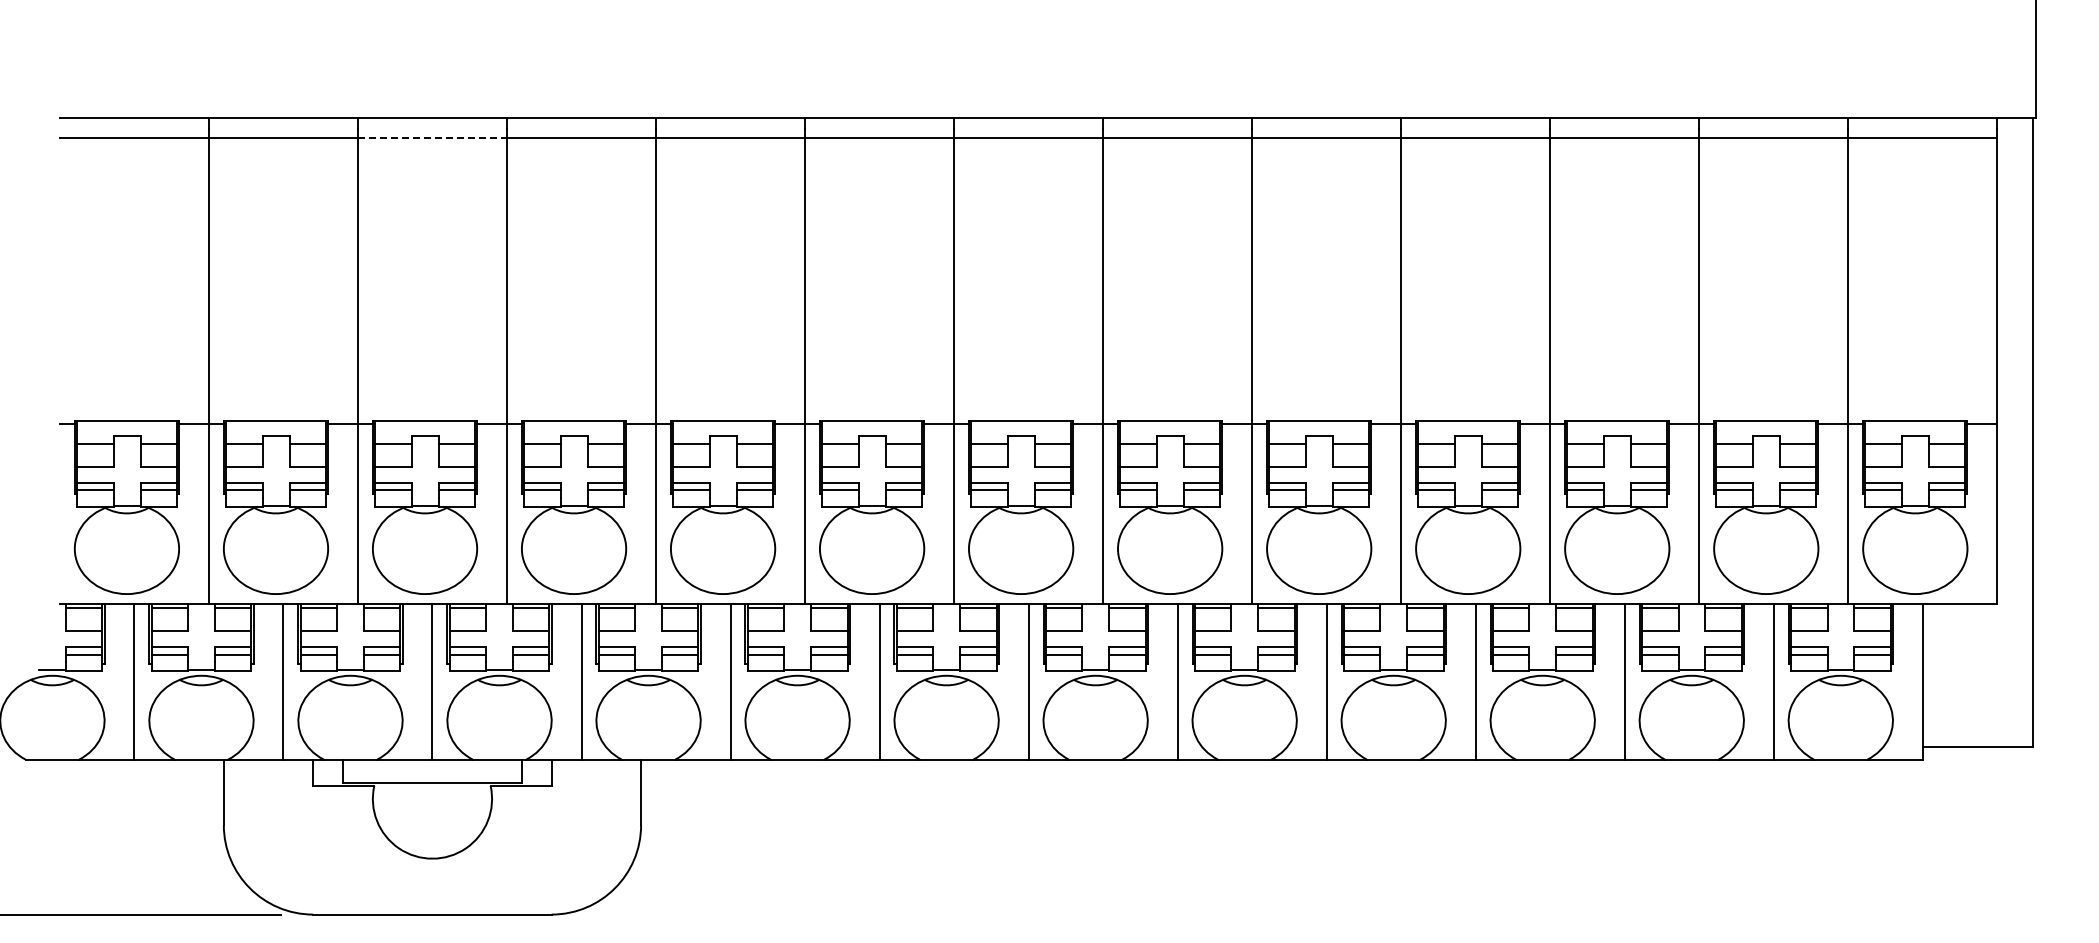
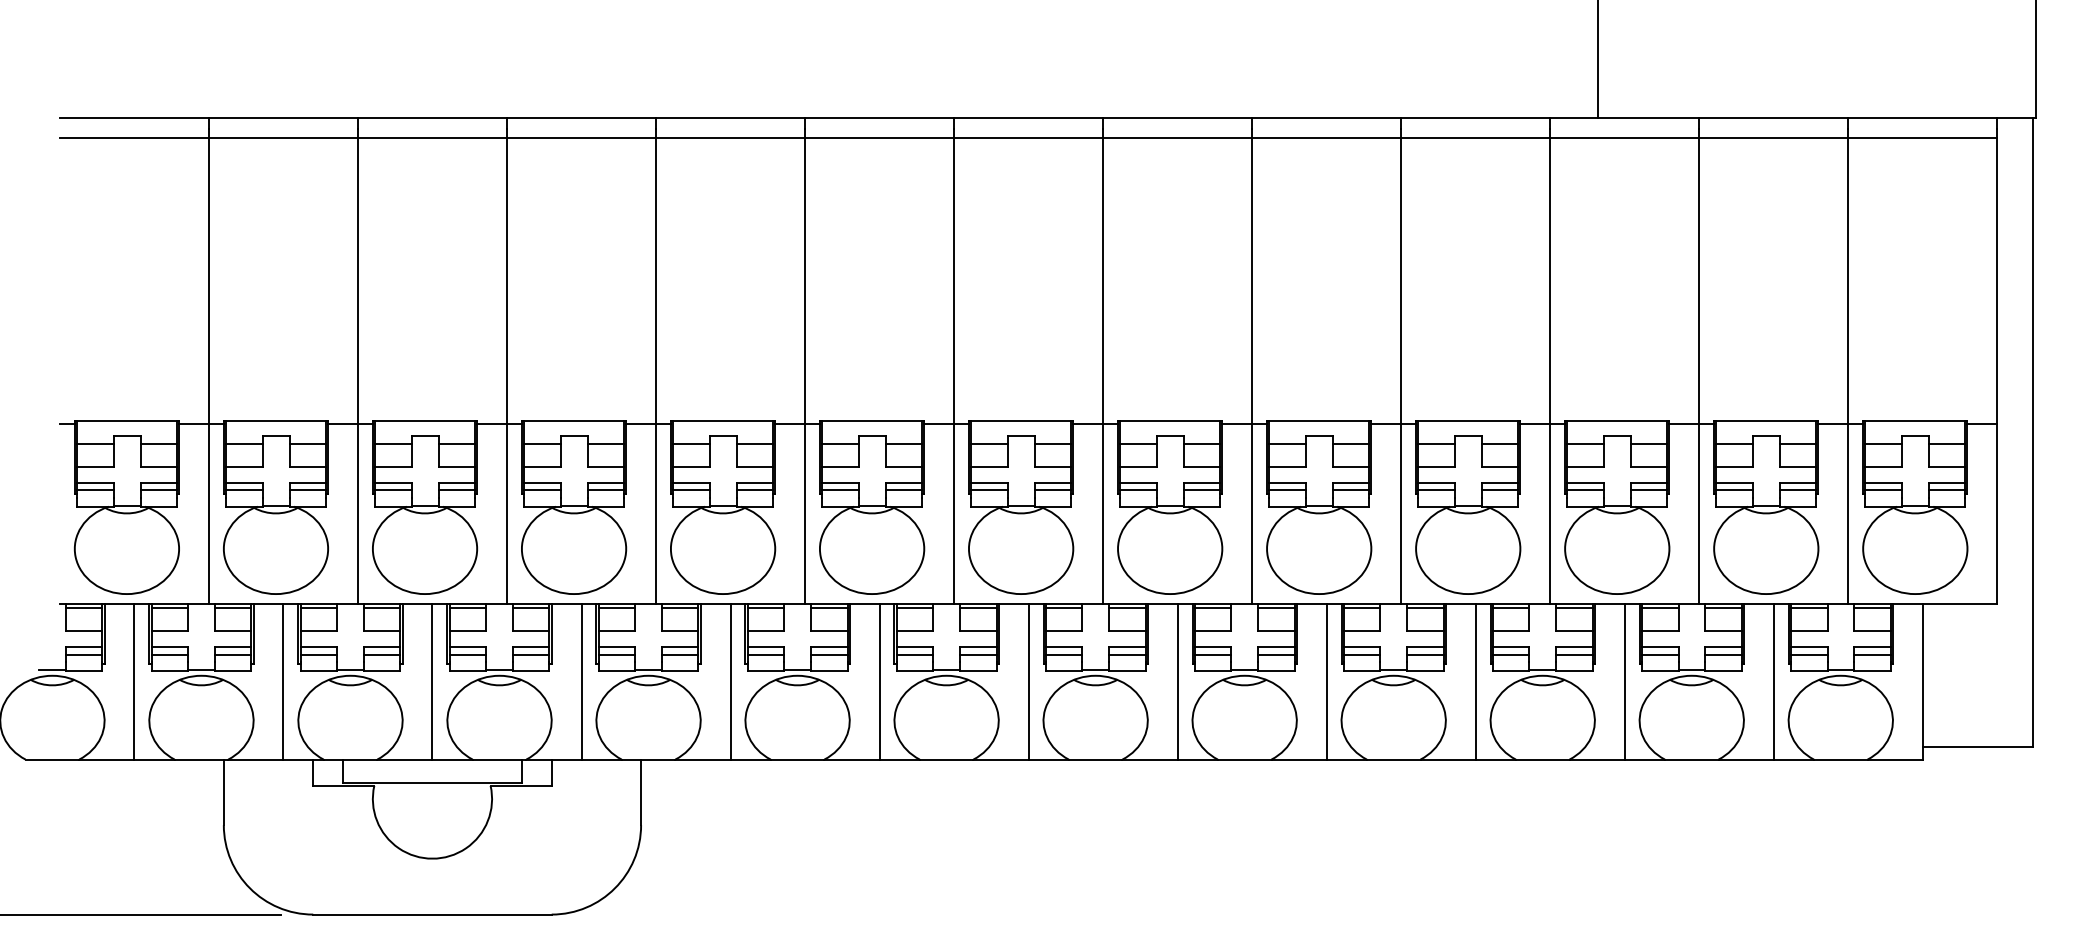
line at (1597, 60): none -> present
line at (432, 137): dashed -> solid
